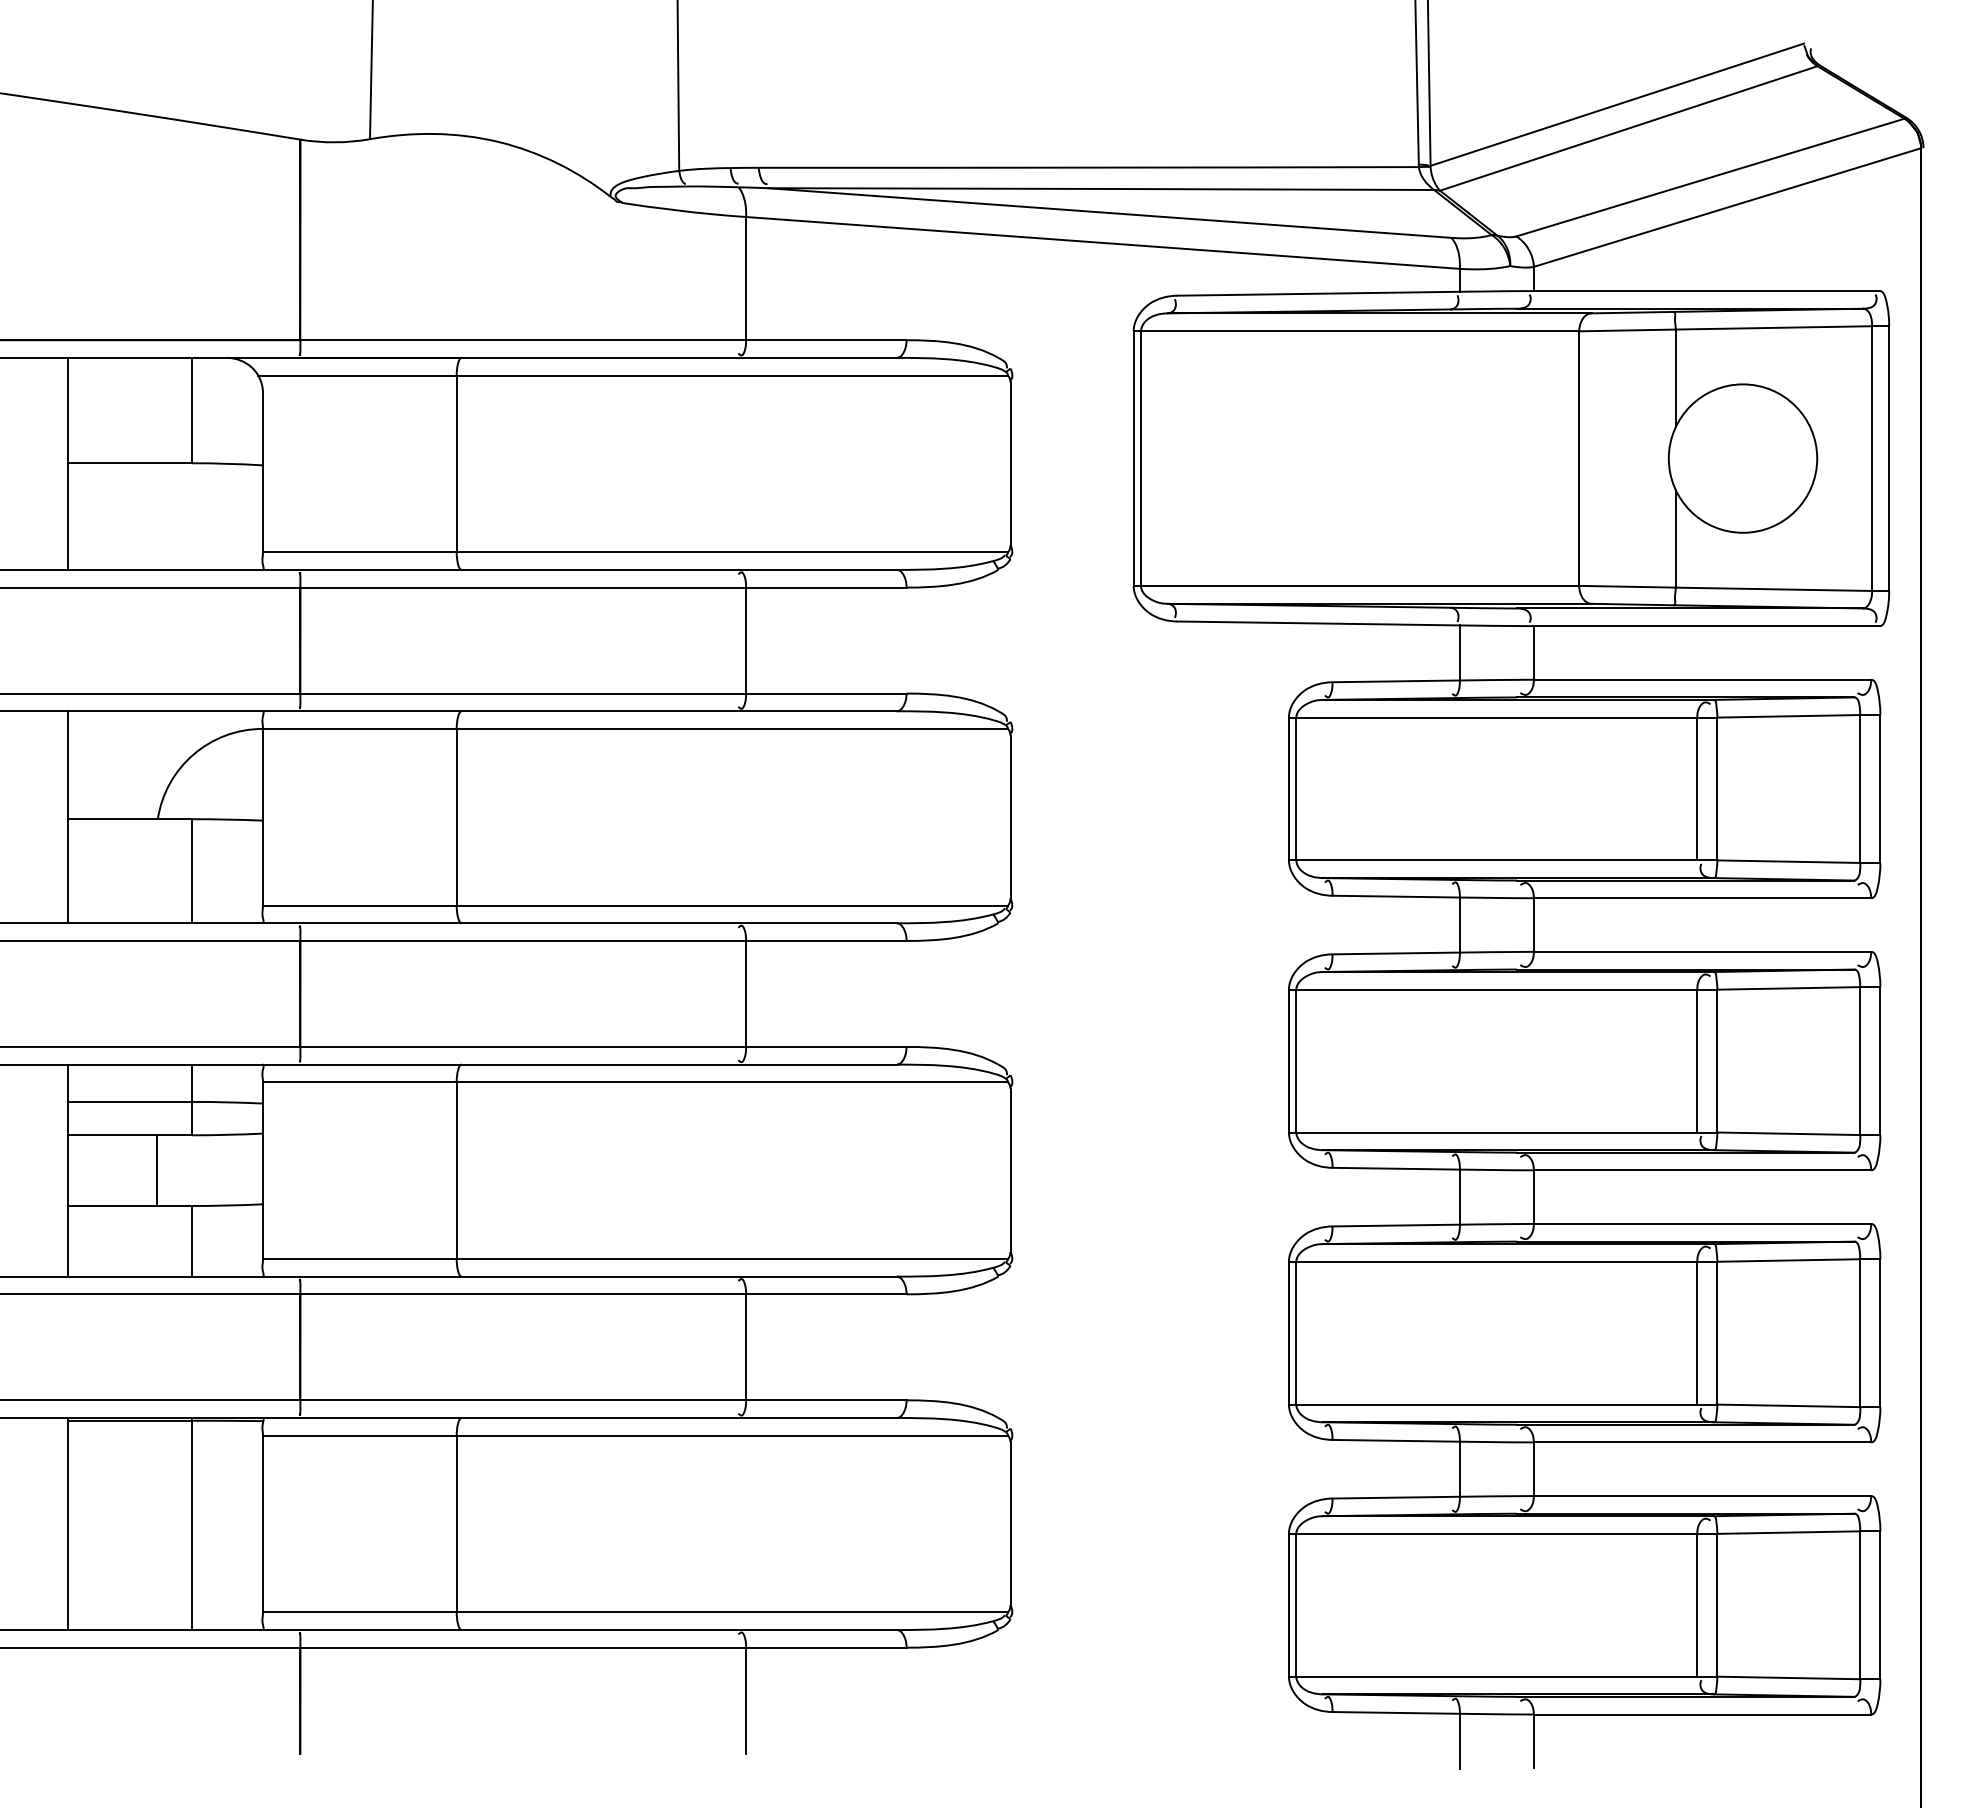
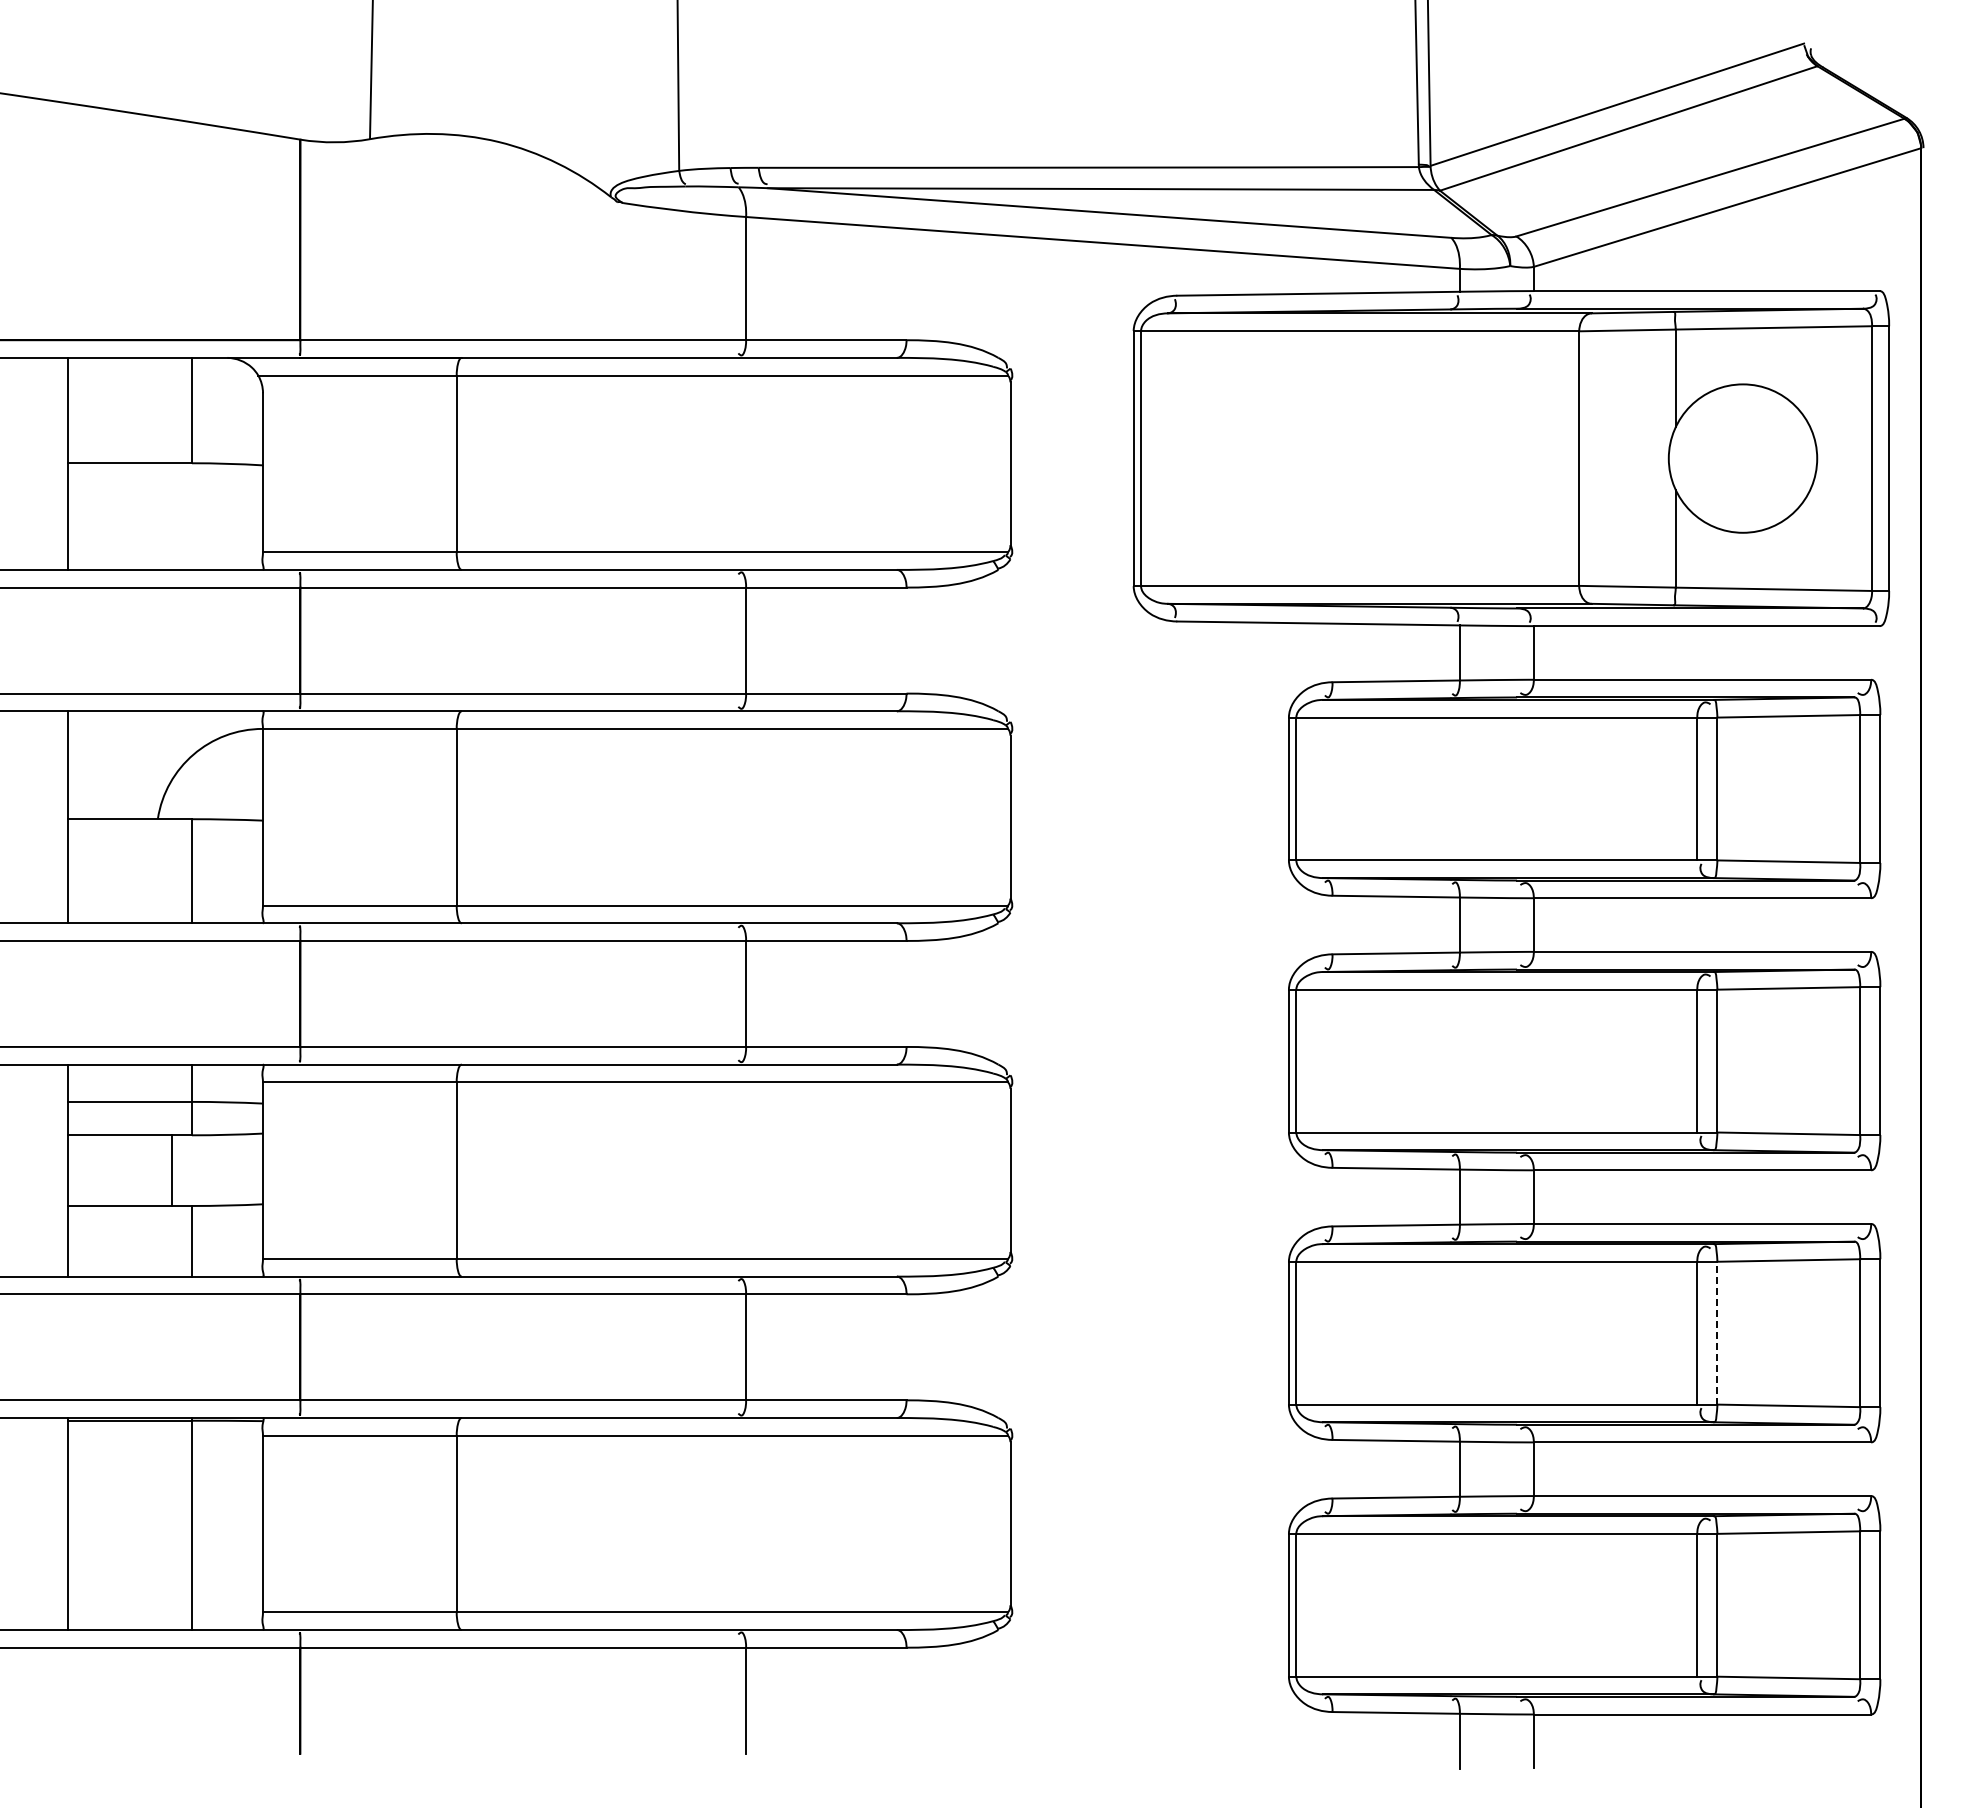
line at (156, 1170) position: (156, 1170) -> (171, 1170)
line at (1717, 1332): solid -> dashed
